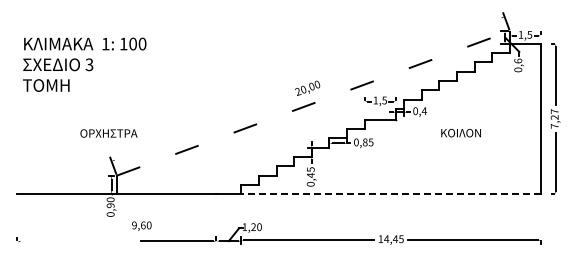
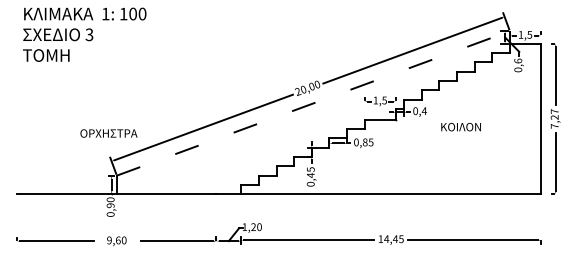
line at (412, 50): none -> present
text at (84, 64) position: (84, 64) -> (84, 34)
line at (203, 127): none -> present
text at (460, 133) position: (460, 133) -> (460, 127)
line at (391, 194): dashed -> solid
text at (141, 226) position: (141, 226) -> (116, 241)
line at (57, 241): none -> present
